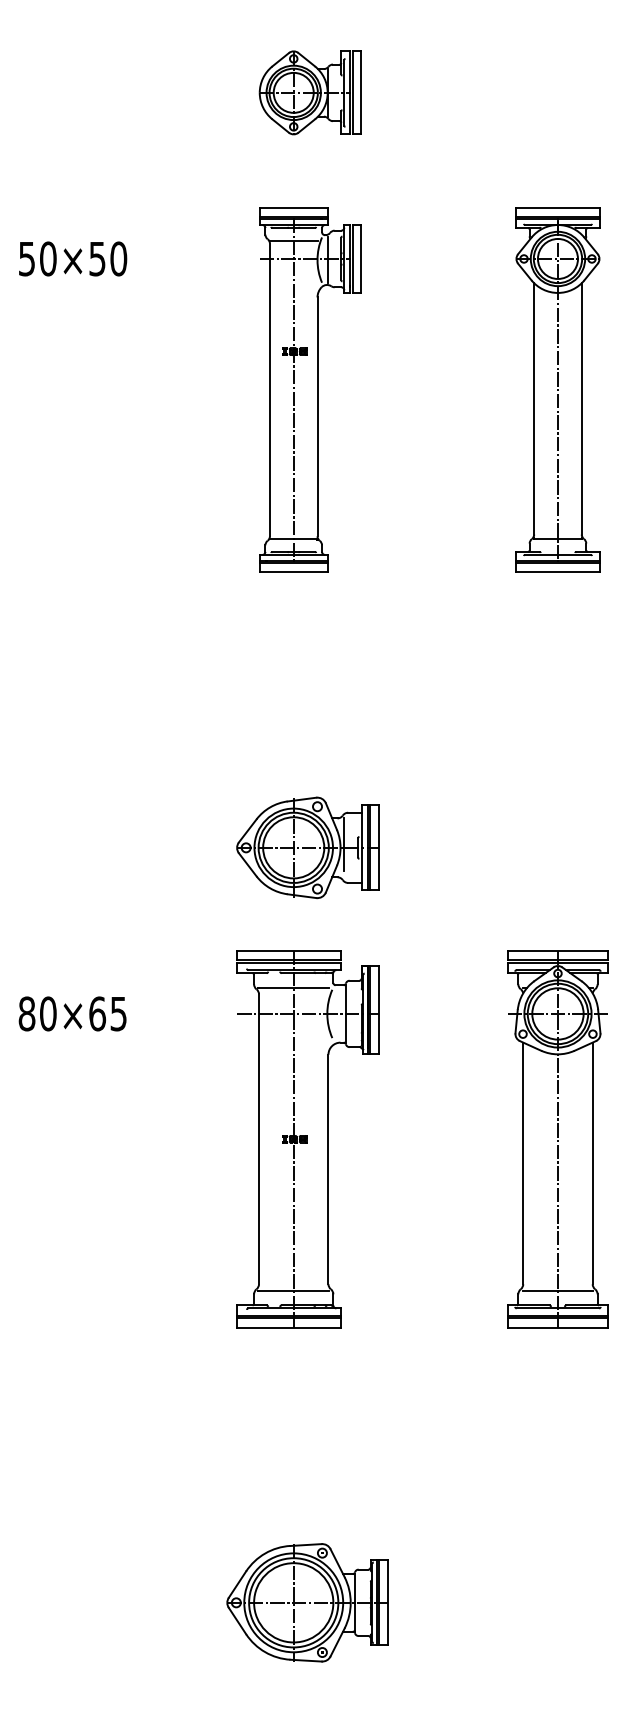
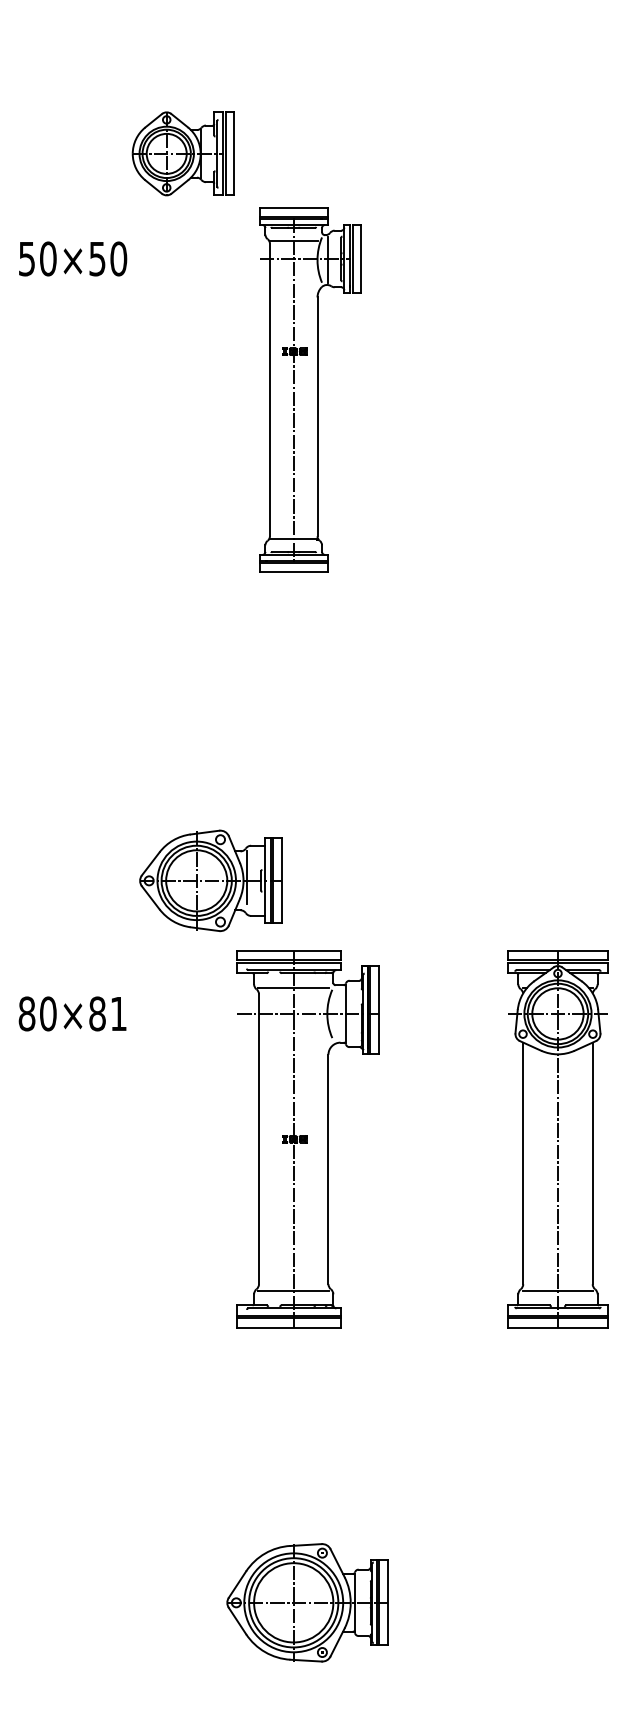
part at (309, 92) position: (309, 92) -> (182, 153)
part at (557, 389): present -> none
part at (307, 847) position: (307, 847) -> (210, 880)
text at (107, 1013): 80×65 -> 80×81
